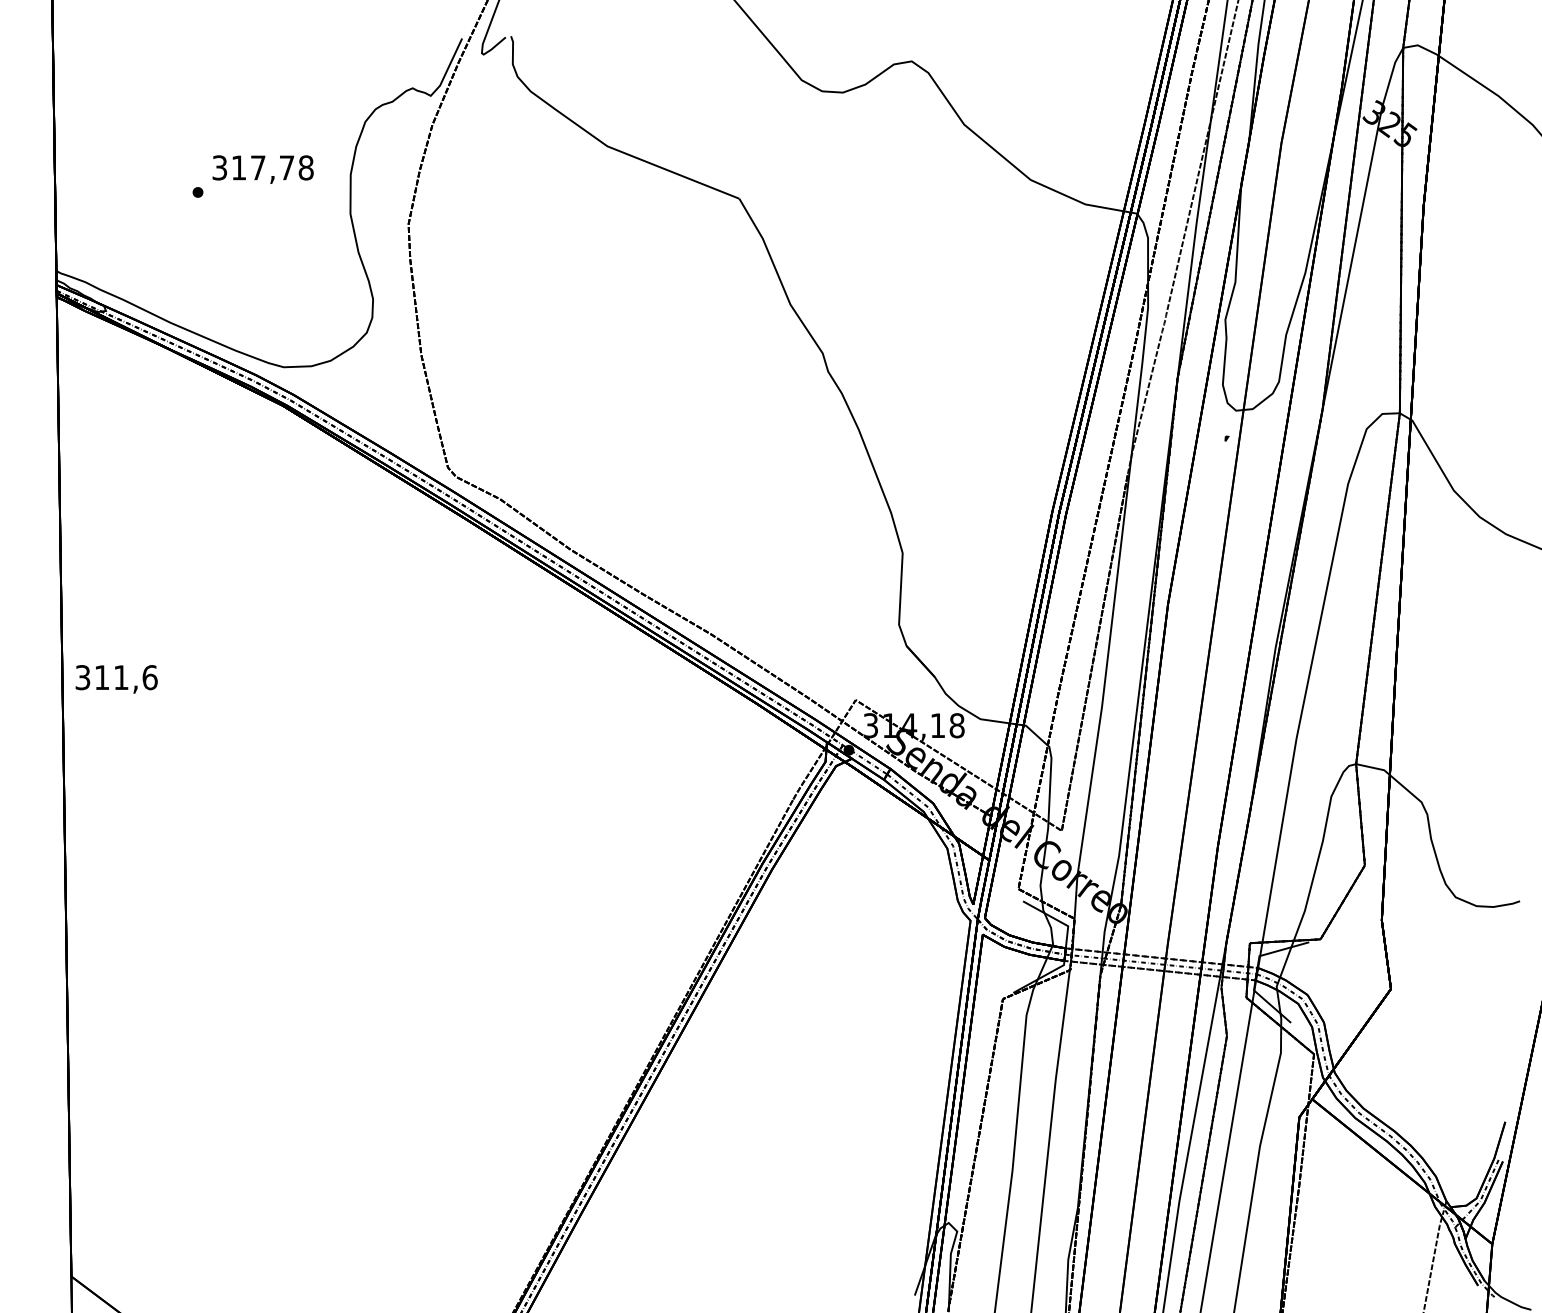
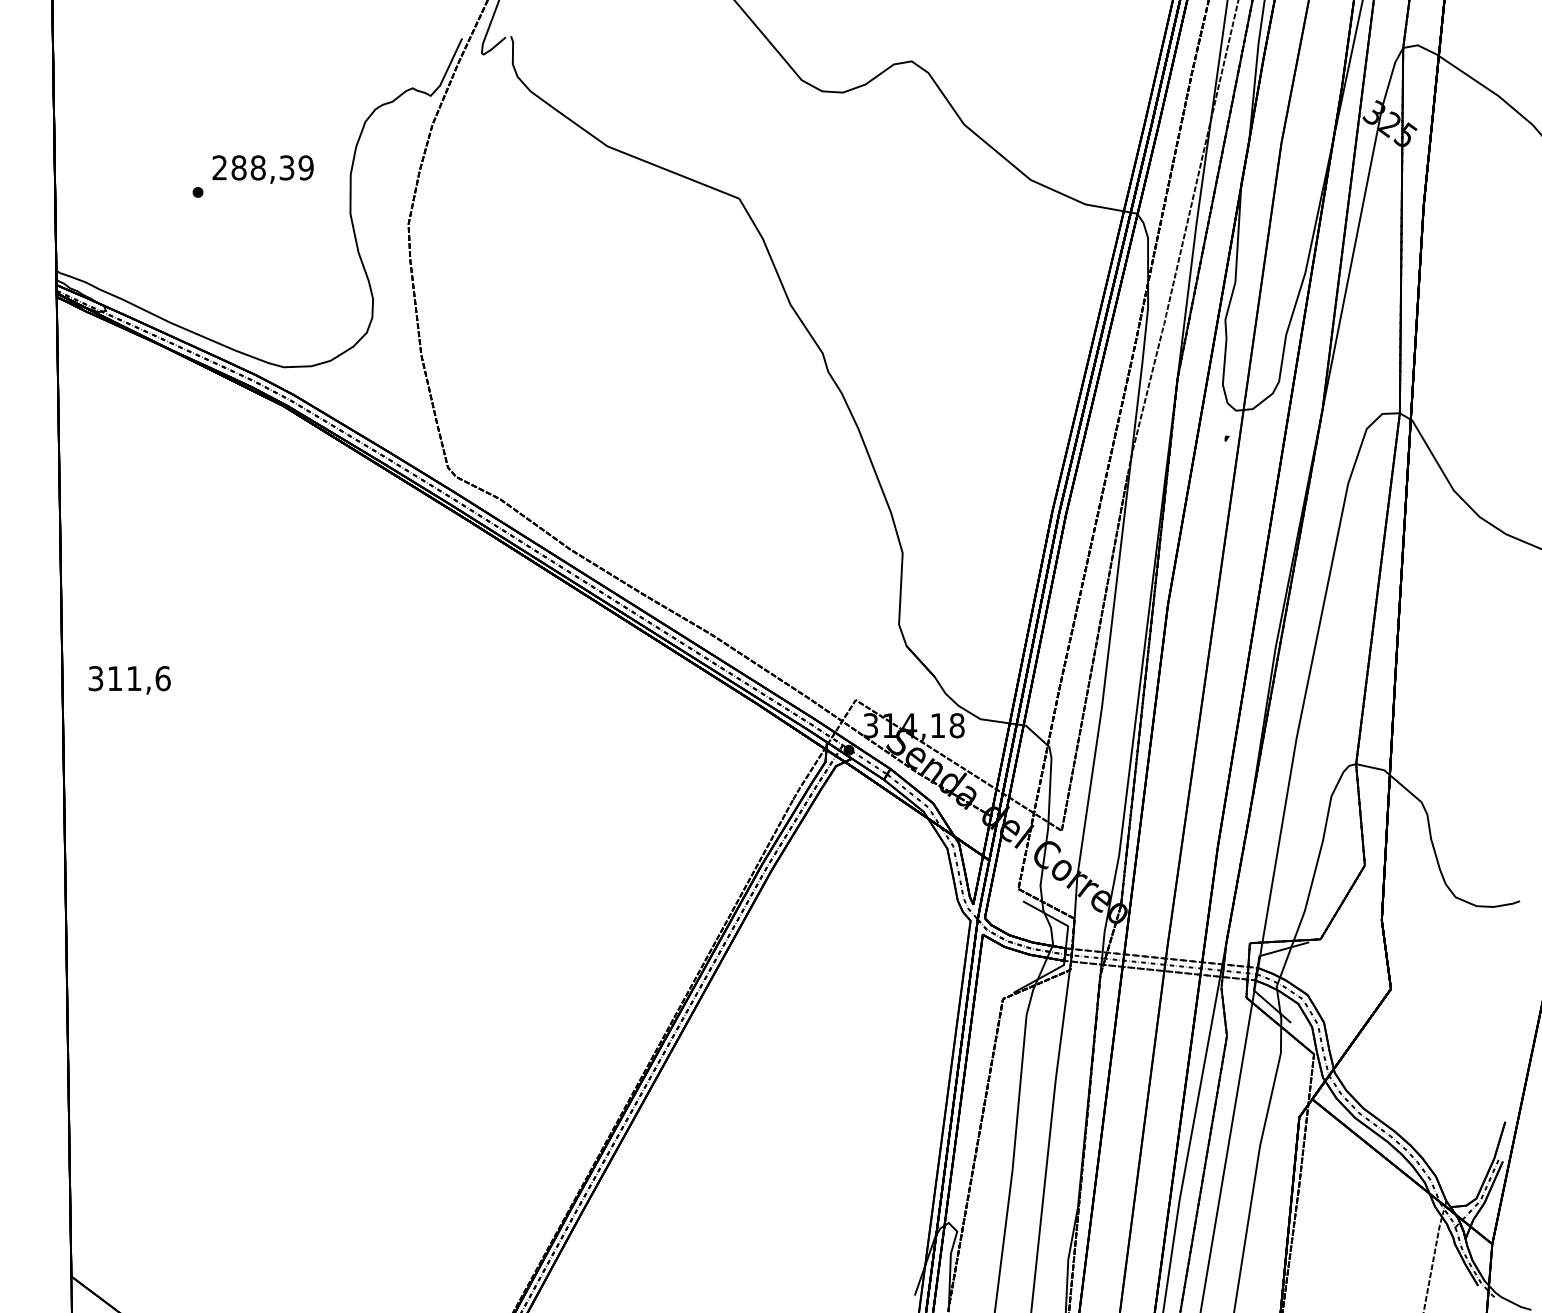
text at (262, 167): 317,78 -> 288,39
text at (116, 679) position: (116, 679) -> (129, 680)
